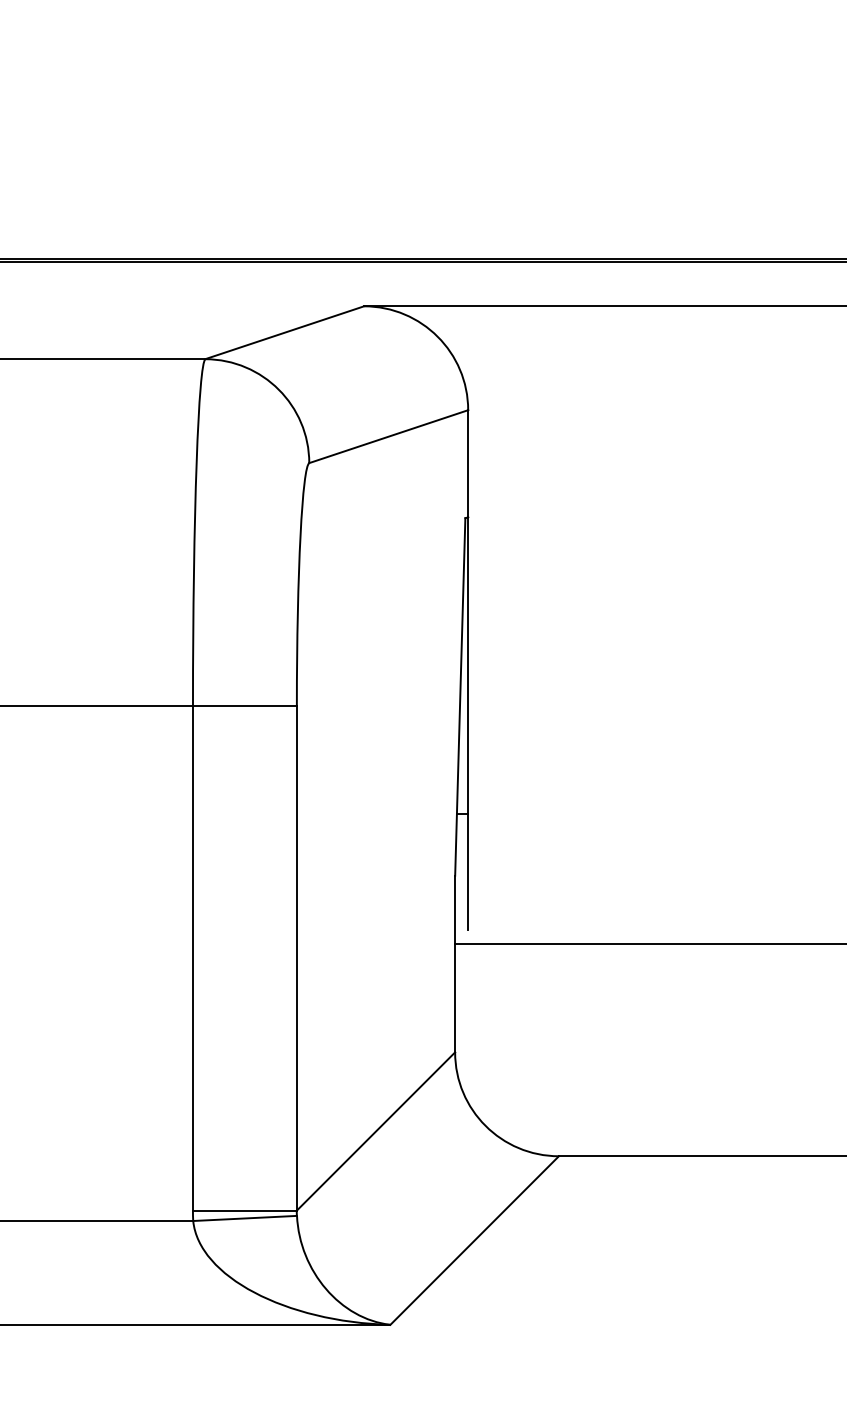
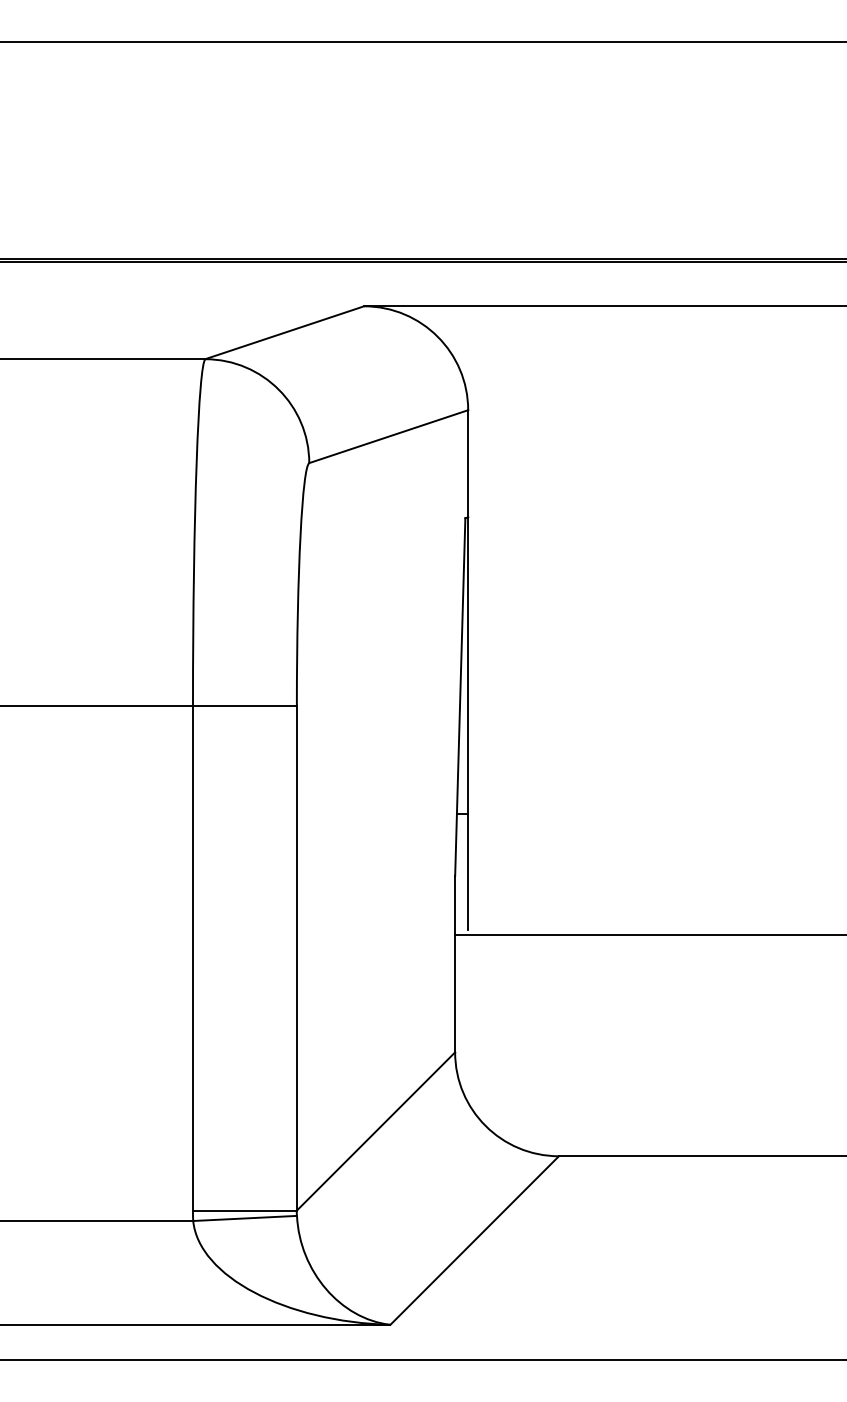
line at (422, 42): none -> present
line at (649, 944) position: (649, 944) -> (649, 935)
line at (422, 1359): none -> present
